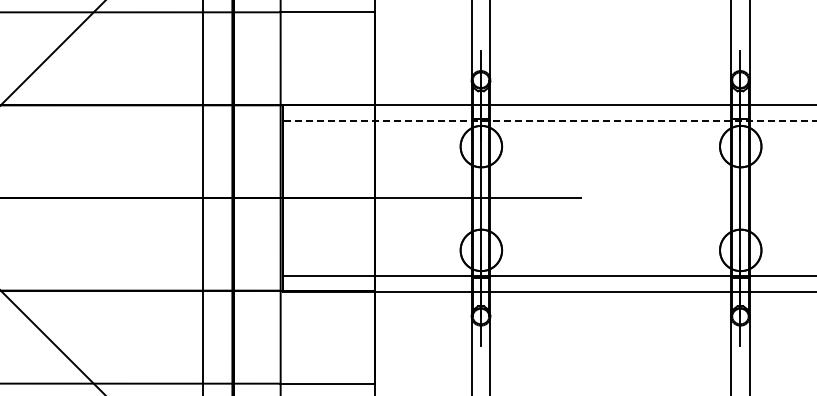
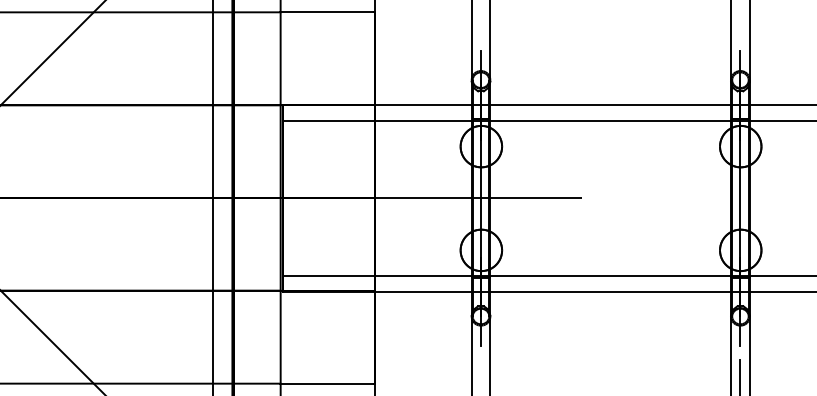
line at (549, 120): dashed -> solid
line at (203, 197) position: (203, 197) -> (213, 197)
line at (740, 375): none -> present
